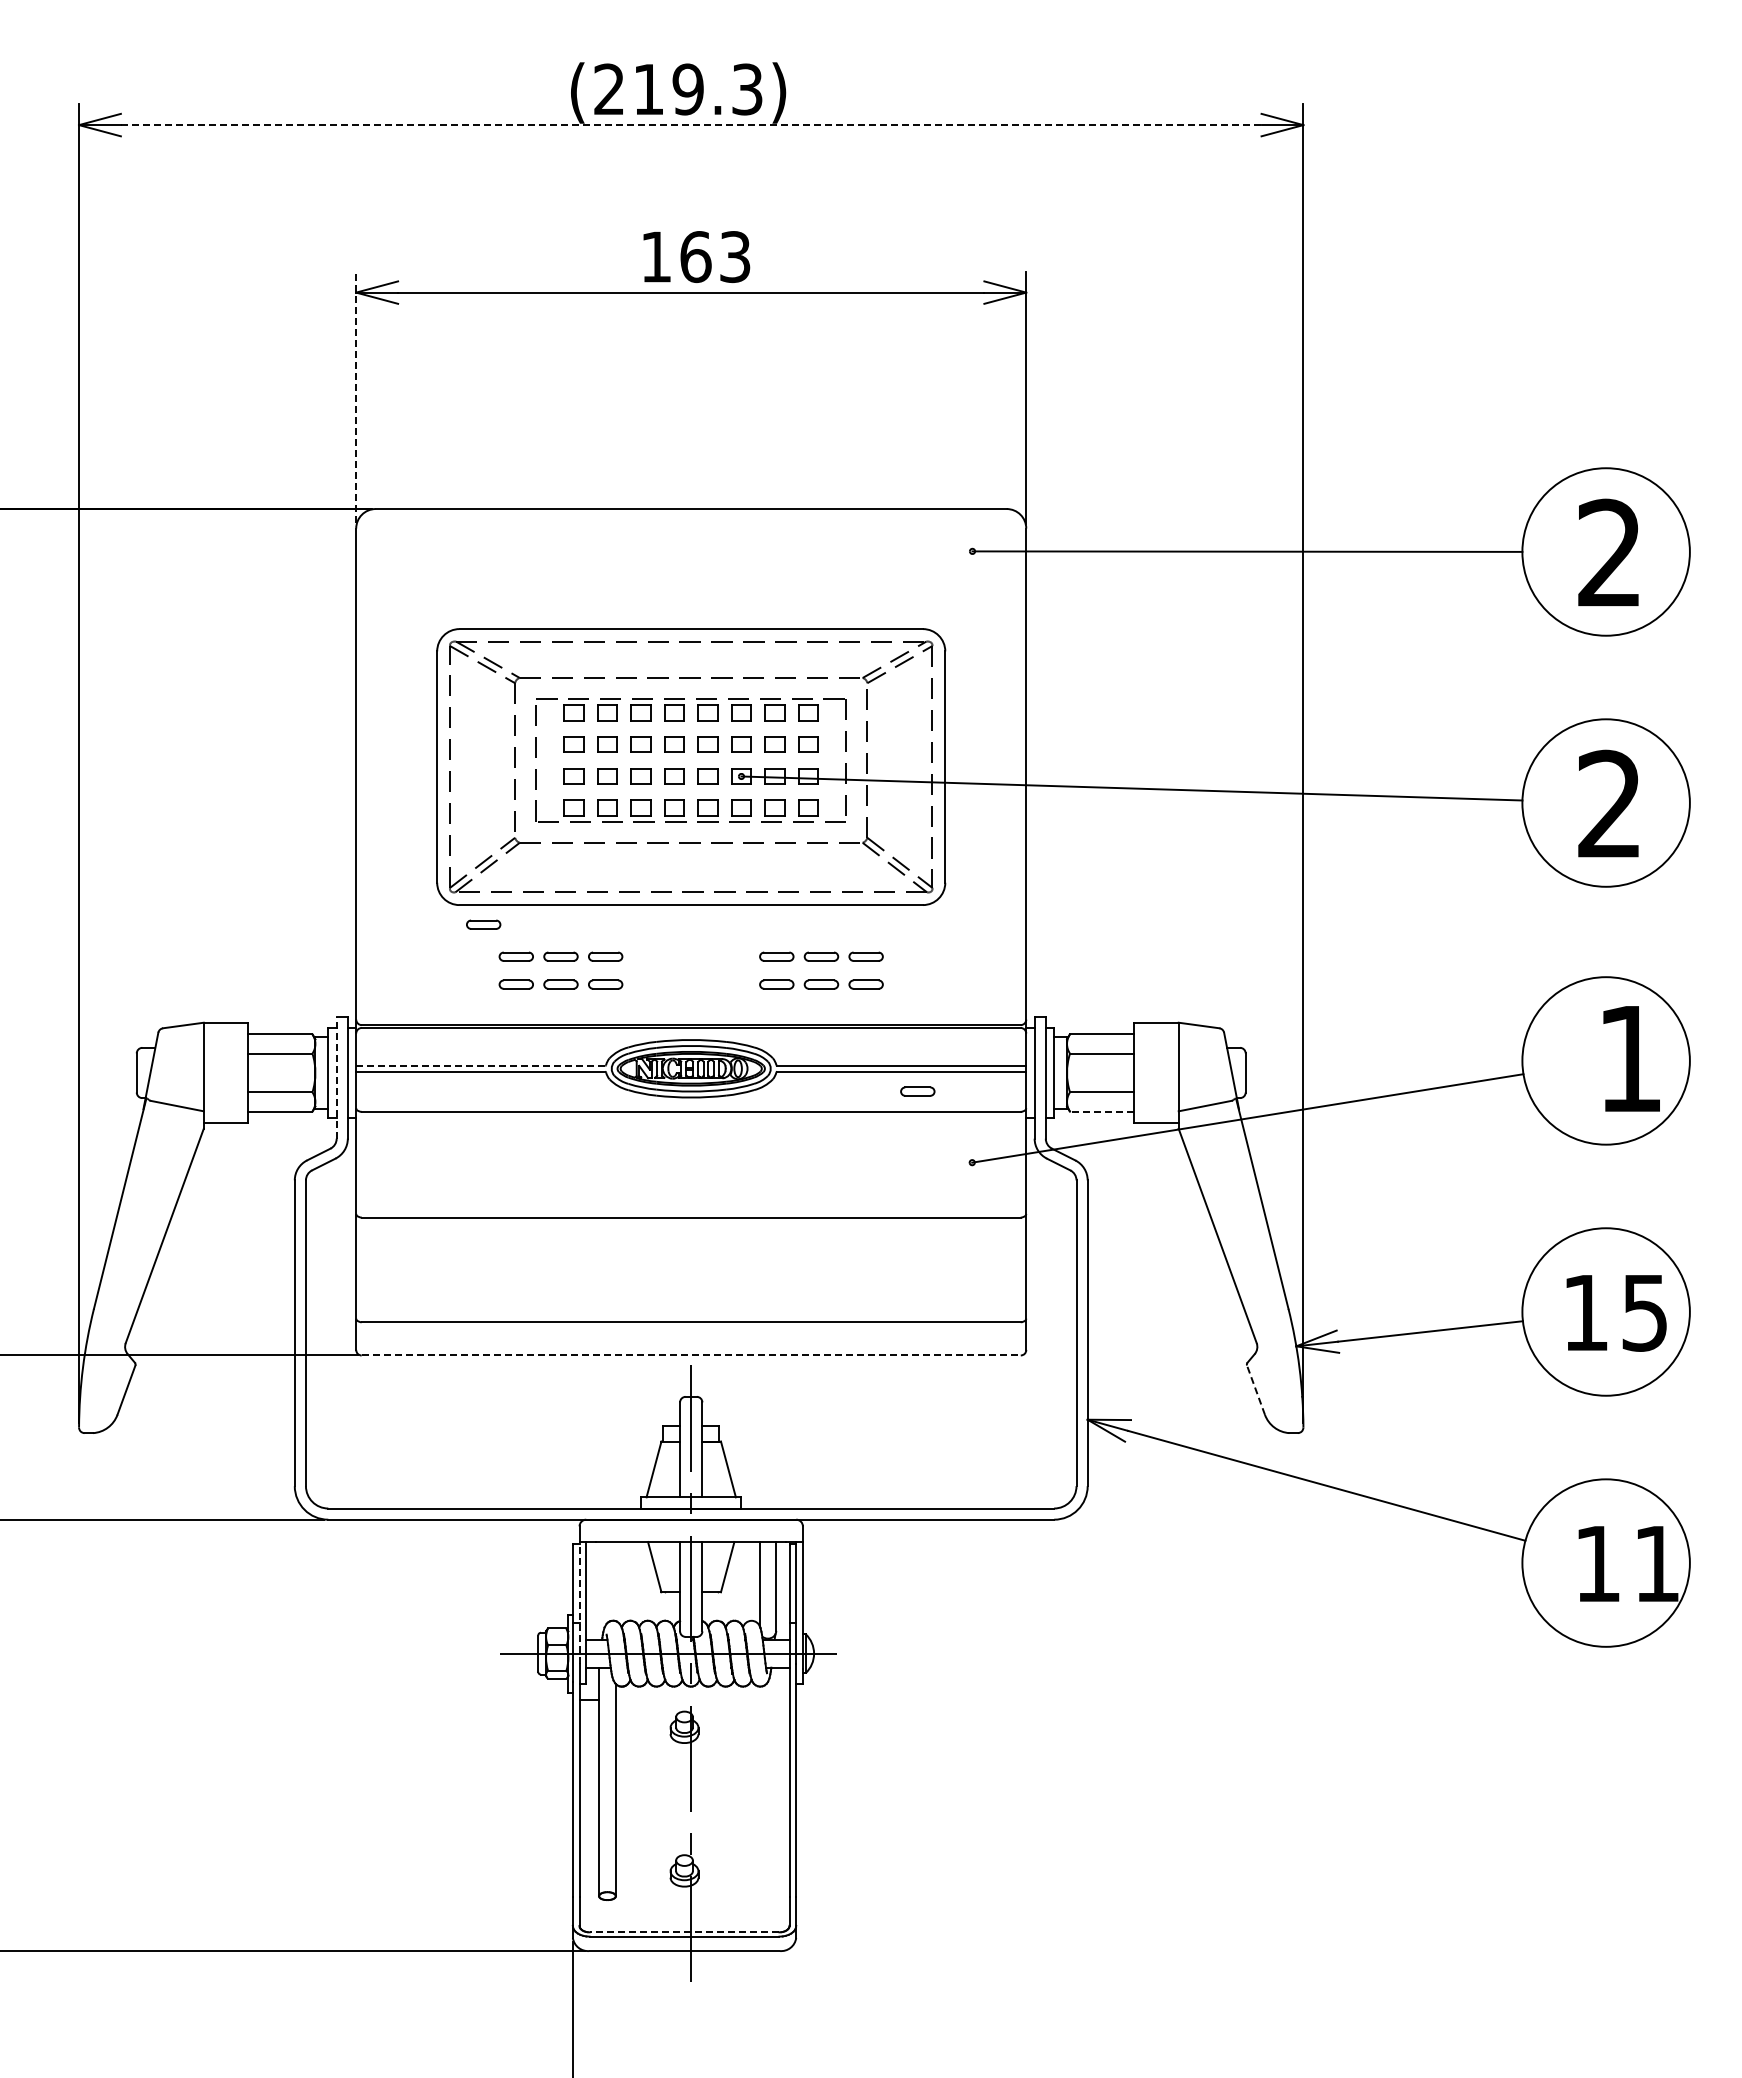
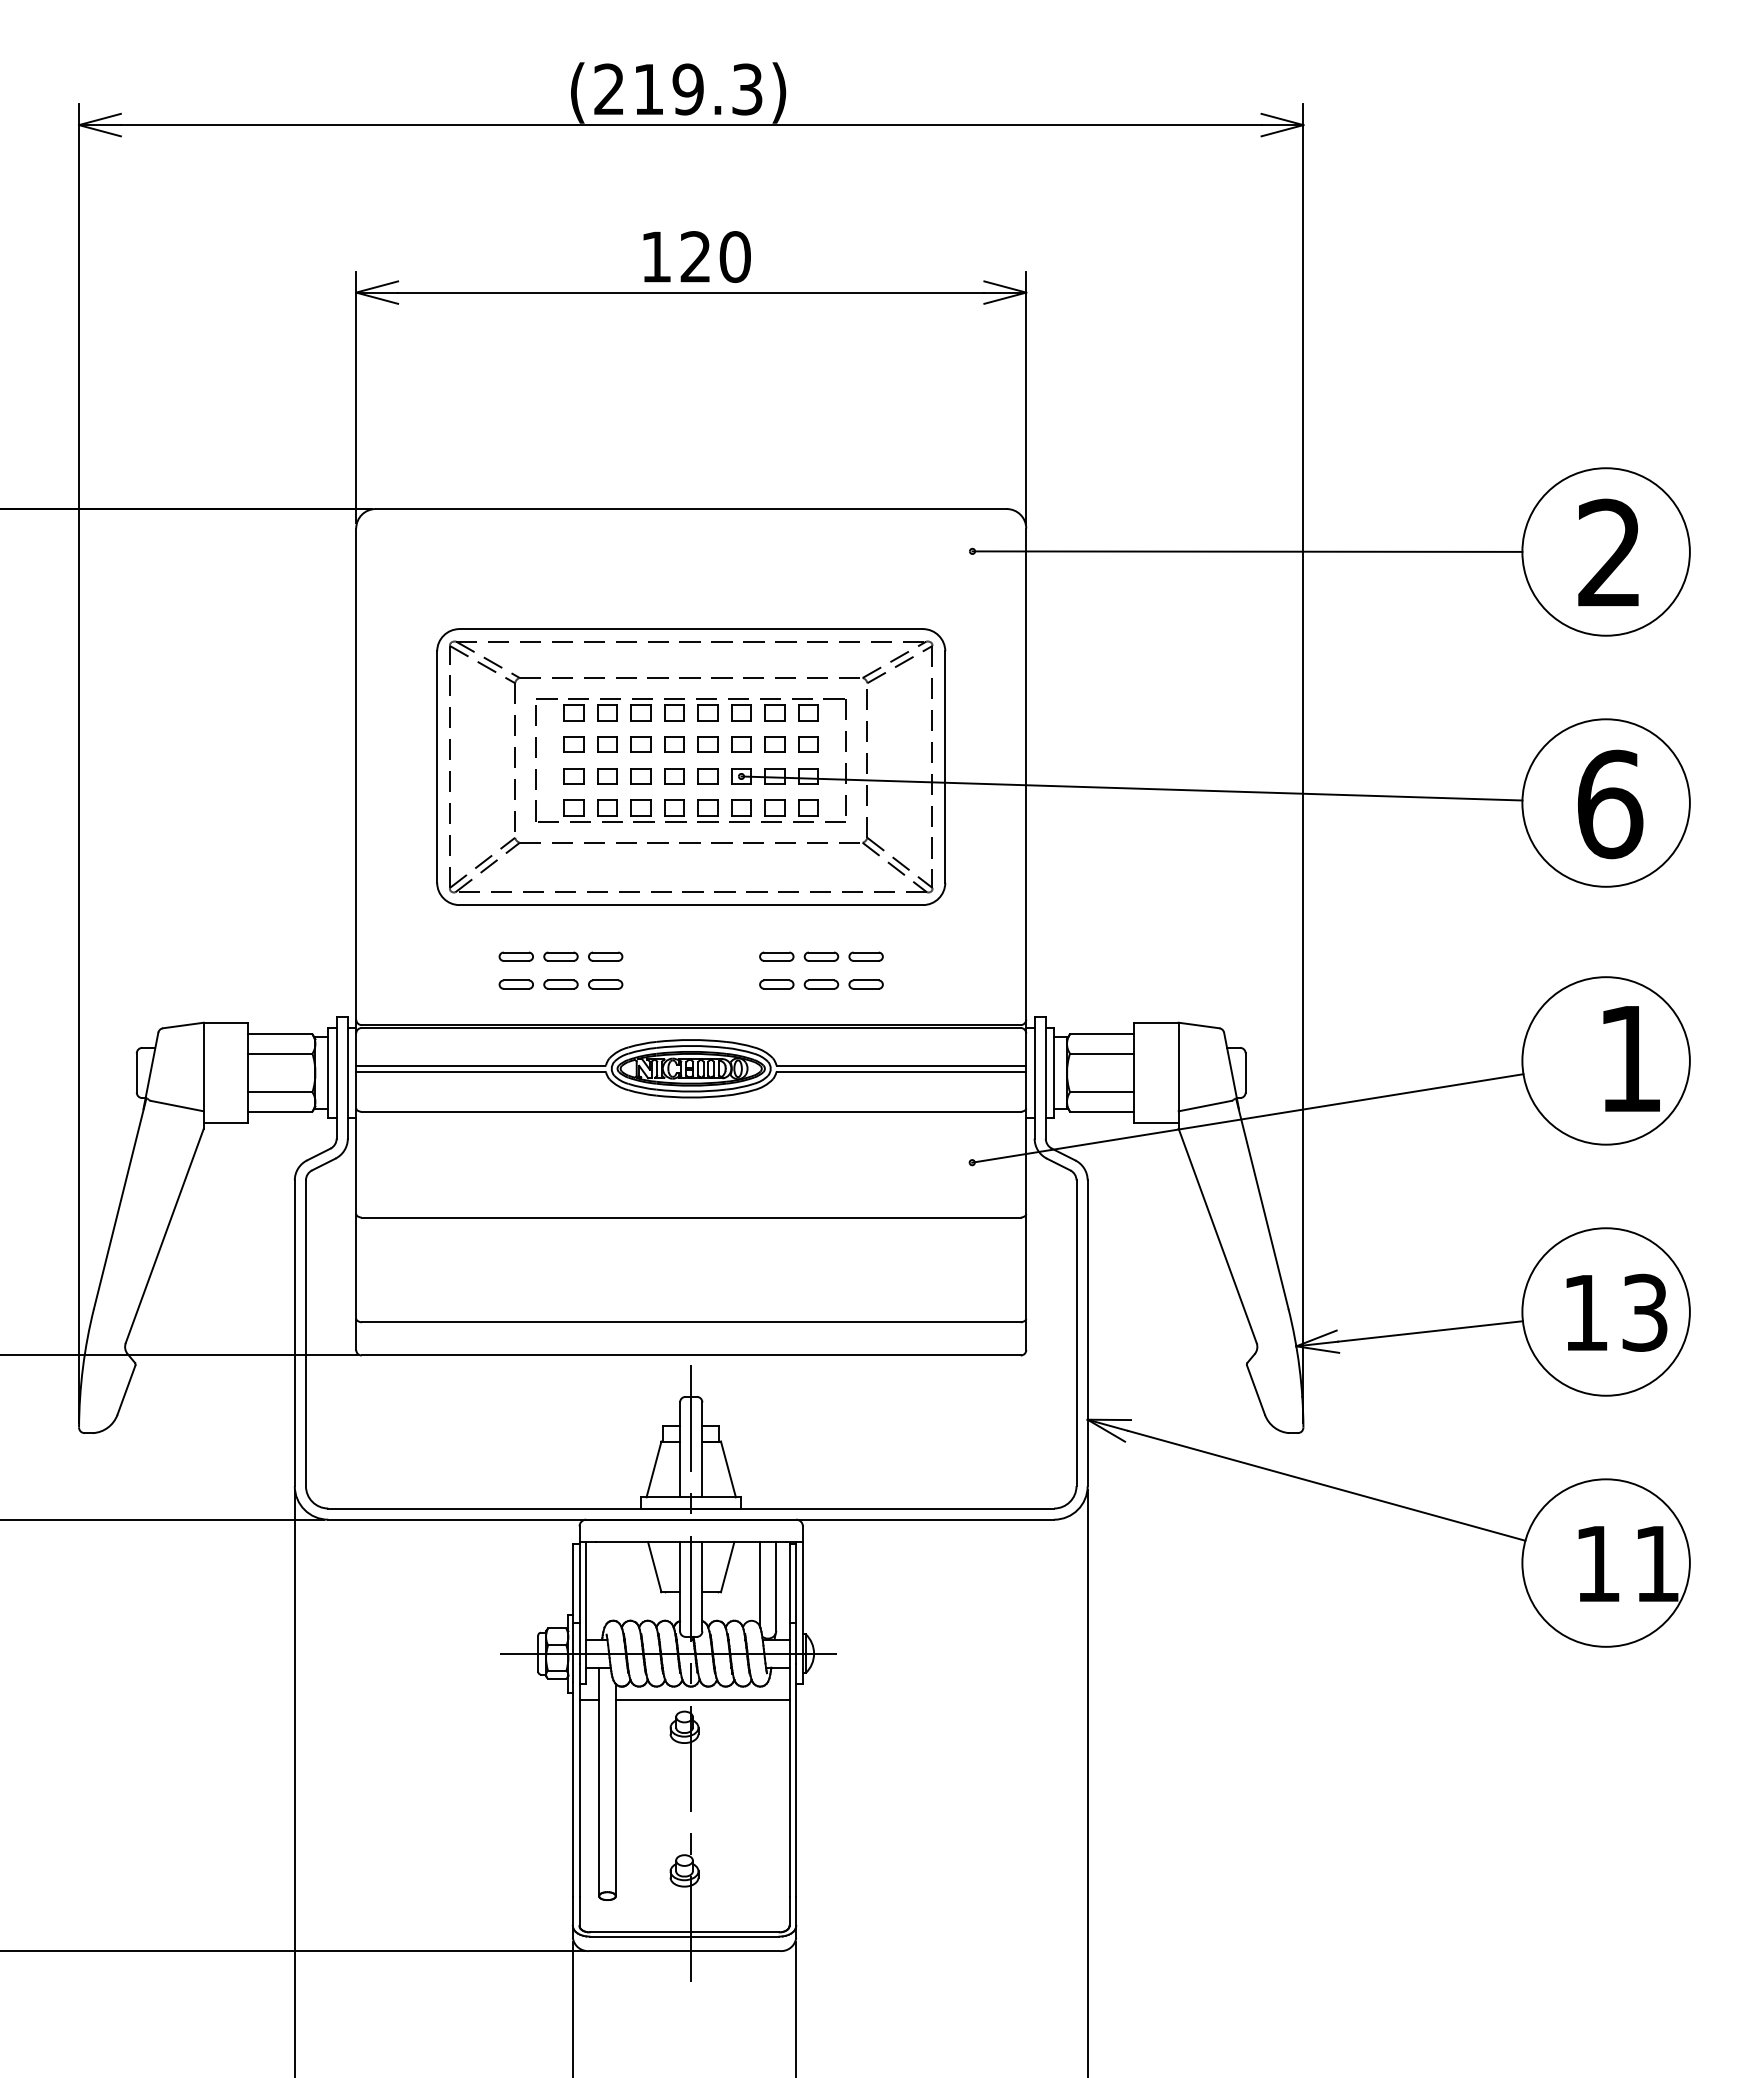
line at (691, 125): dashed -> solid
text at (715, 257): 163 -> 120
line at (356, 397): dashed -> solid
text at (1610, 804): 2 -> 6
part at (483, 924): present -> none
line at (480, 1065): dashed -> solid
line at (336, 1077): dashed -> solid
part at (917, 1091): present -> none
line at (1101, 1111): dashed -> solid
text at (1644, 1312): 15 -> 13
line at (691, 1355): dashed -> solid
line at (1255, 1389): dashed -> solid
line at (579, 1602): dashed -> solid
line at (702, 1699): none -> present
line at (294, 1782): none -> present
line at (1087, 1782): none -> present
line at (684, 1932): dashed -> solid
line at (796, 2008): none -> present
